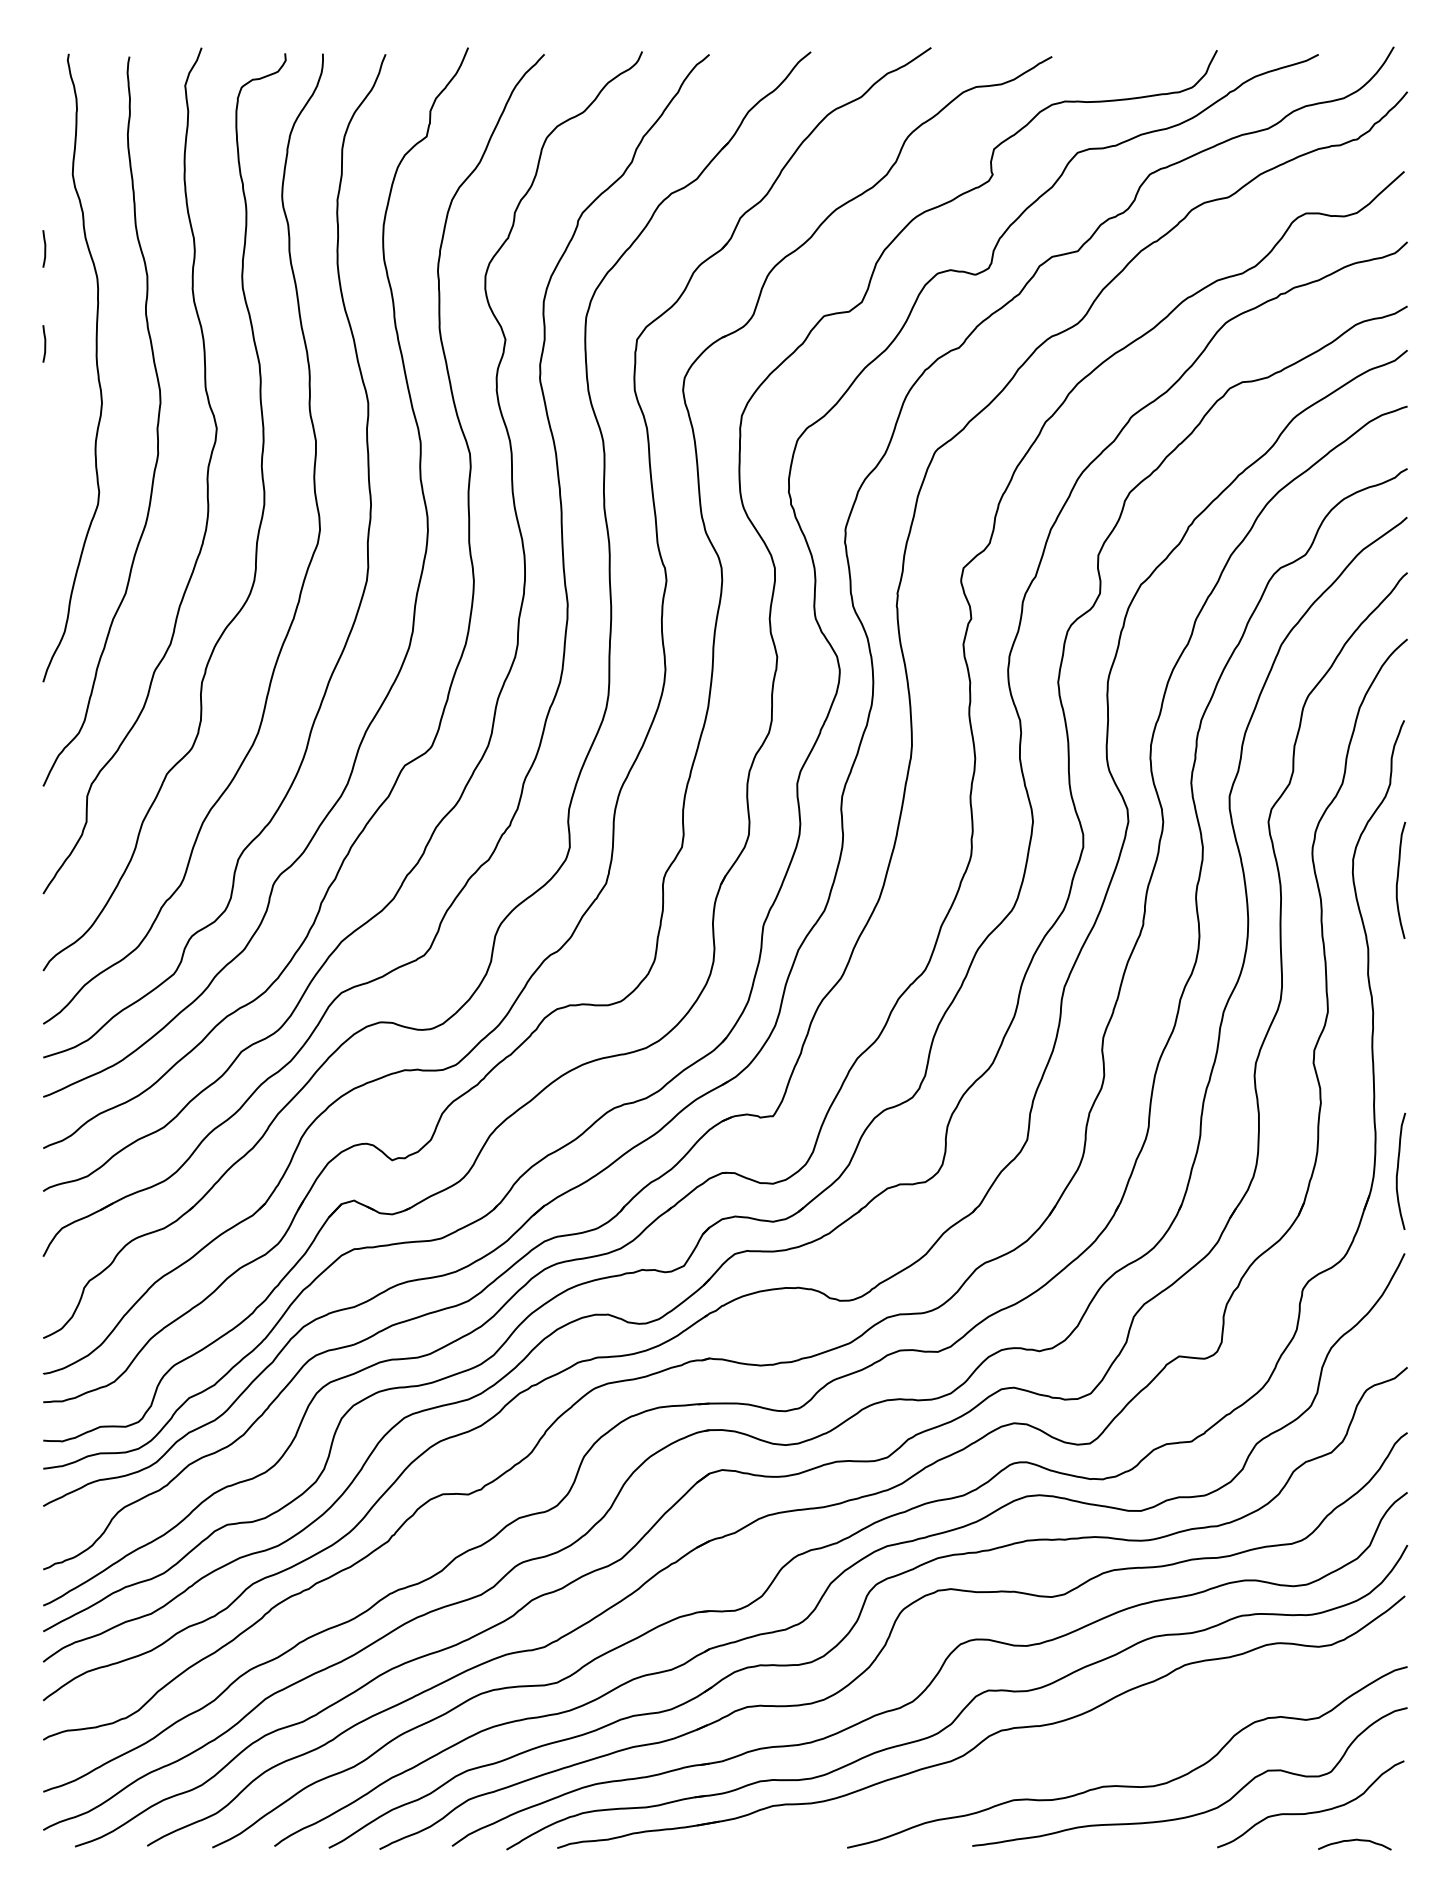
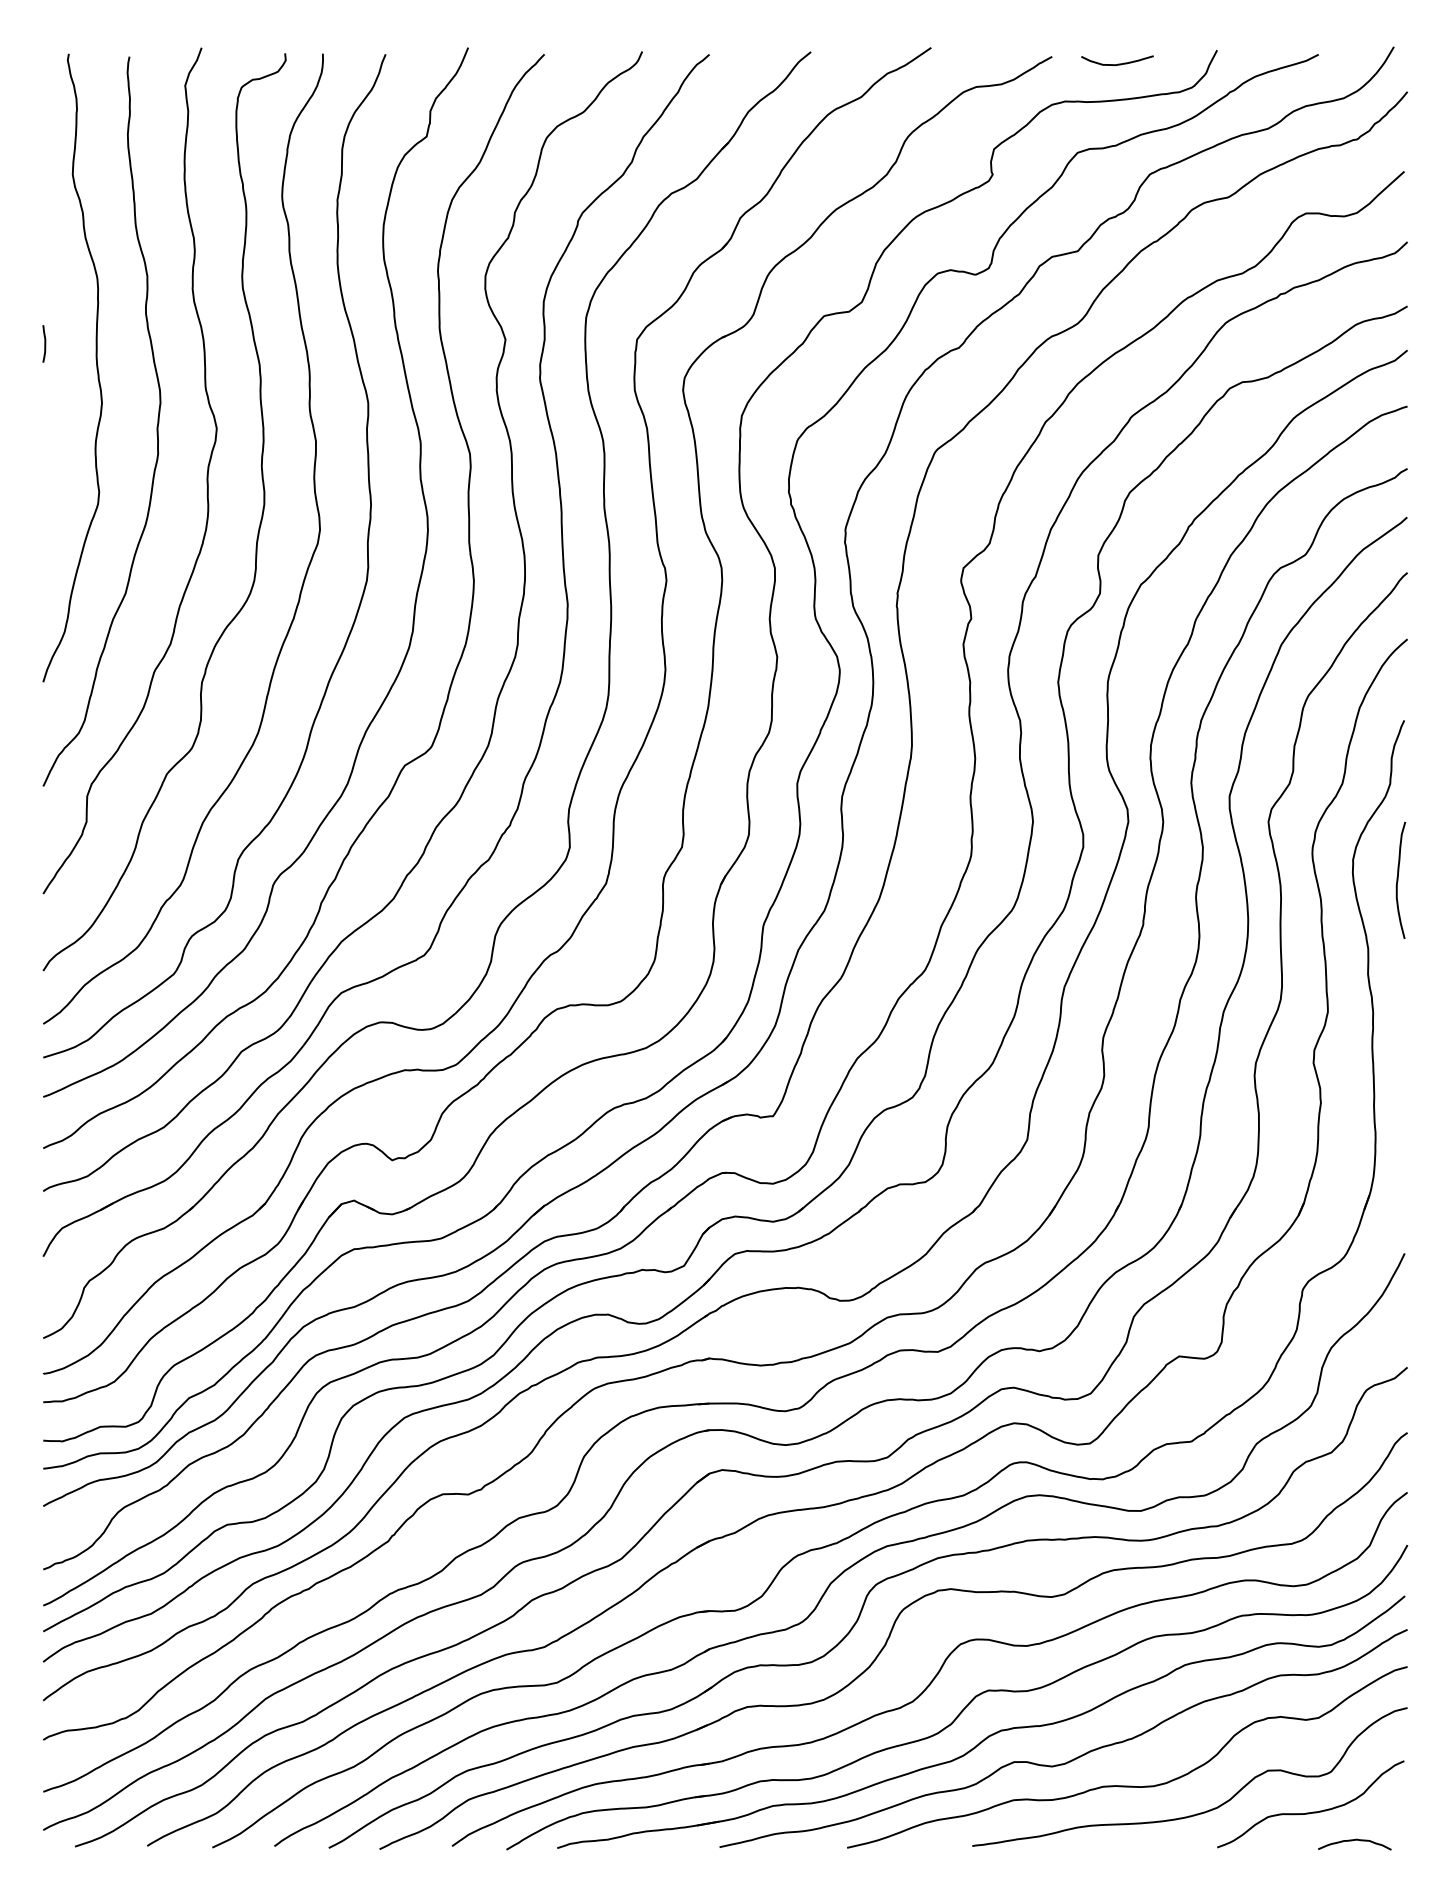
curve at (1118, 63): none -> present
curve at (44, 248): present -> none
curve at (1398, 1170): present -> none
curve at (1073, 1758): none -> present
